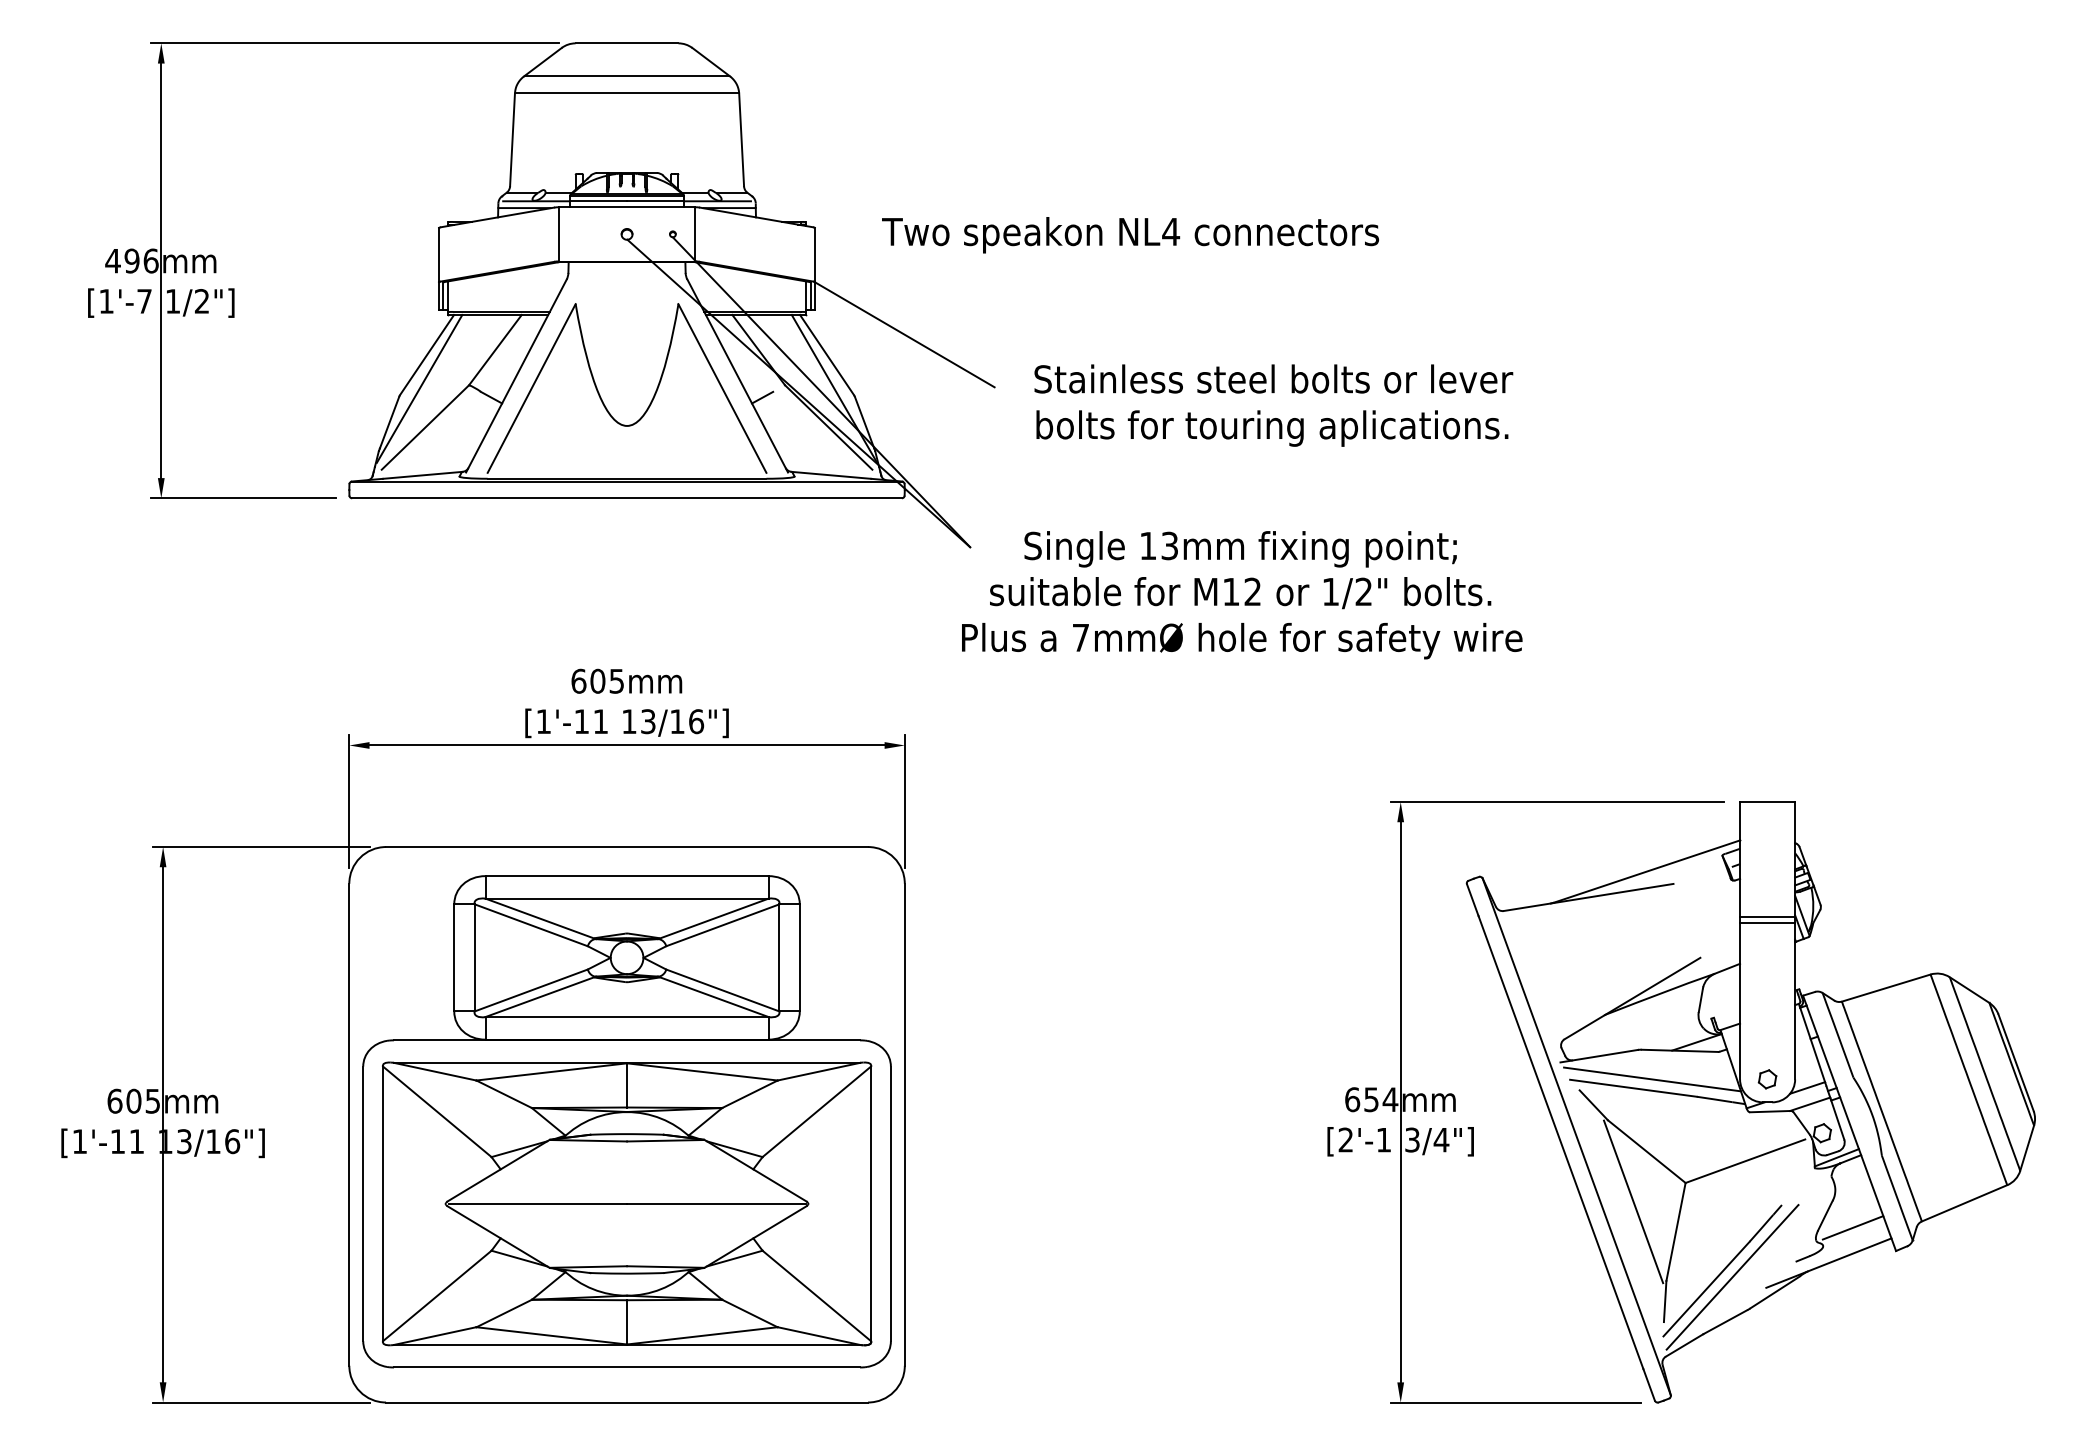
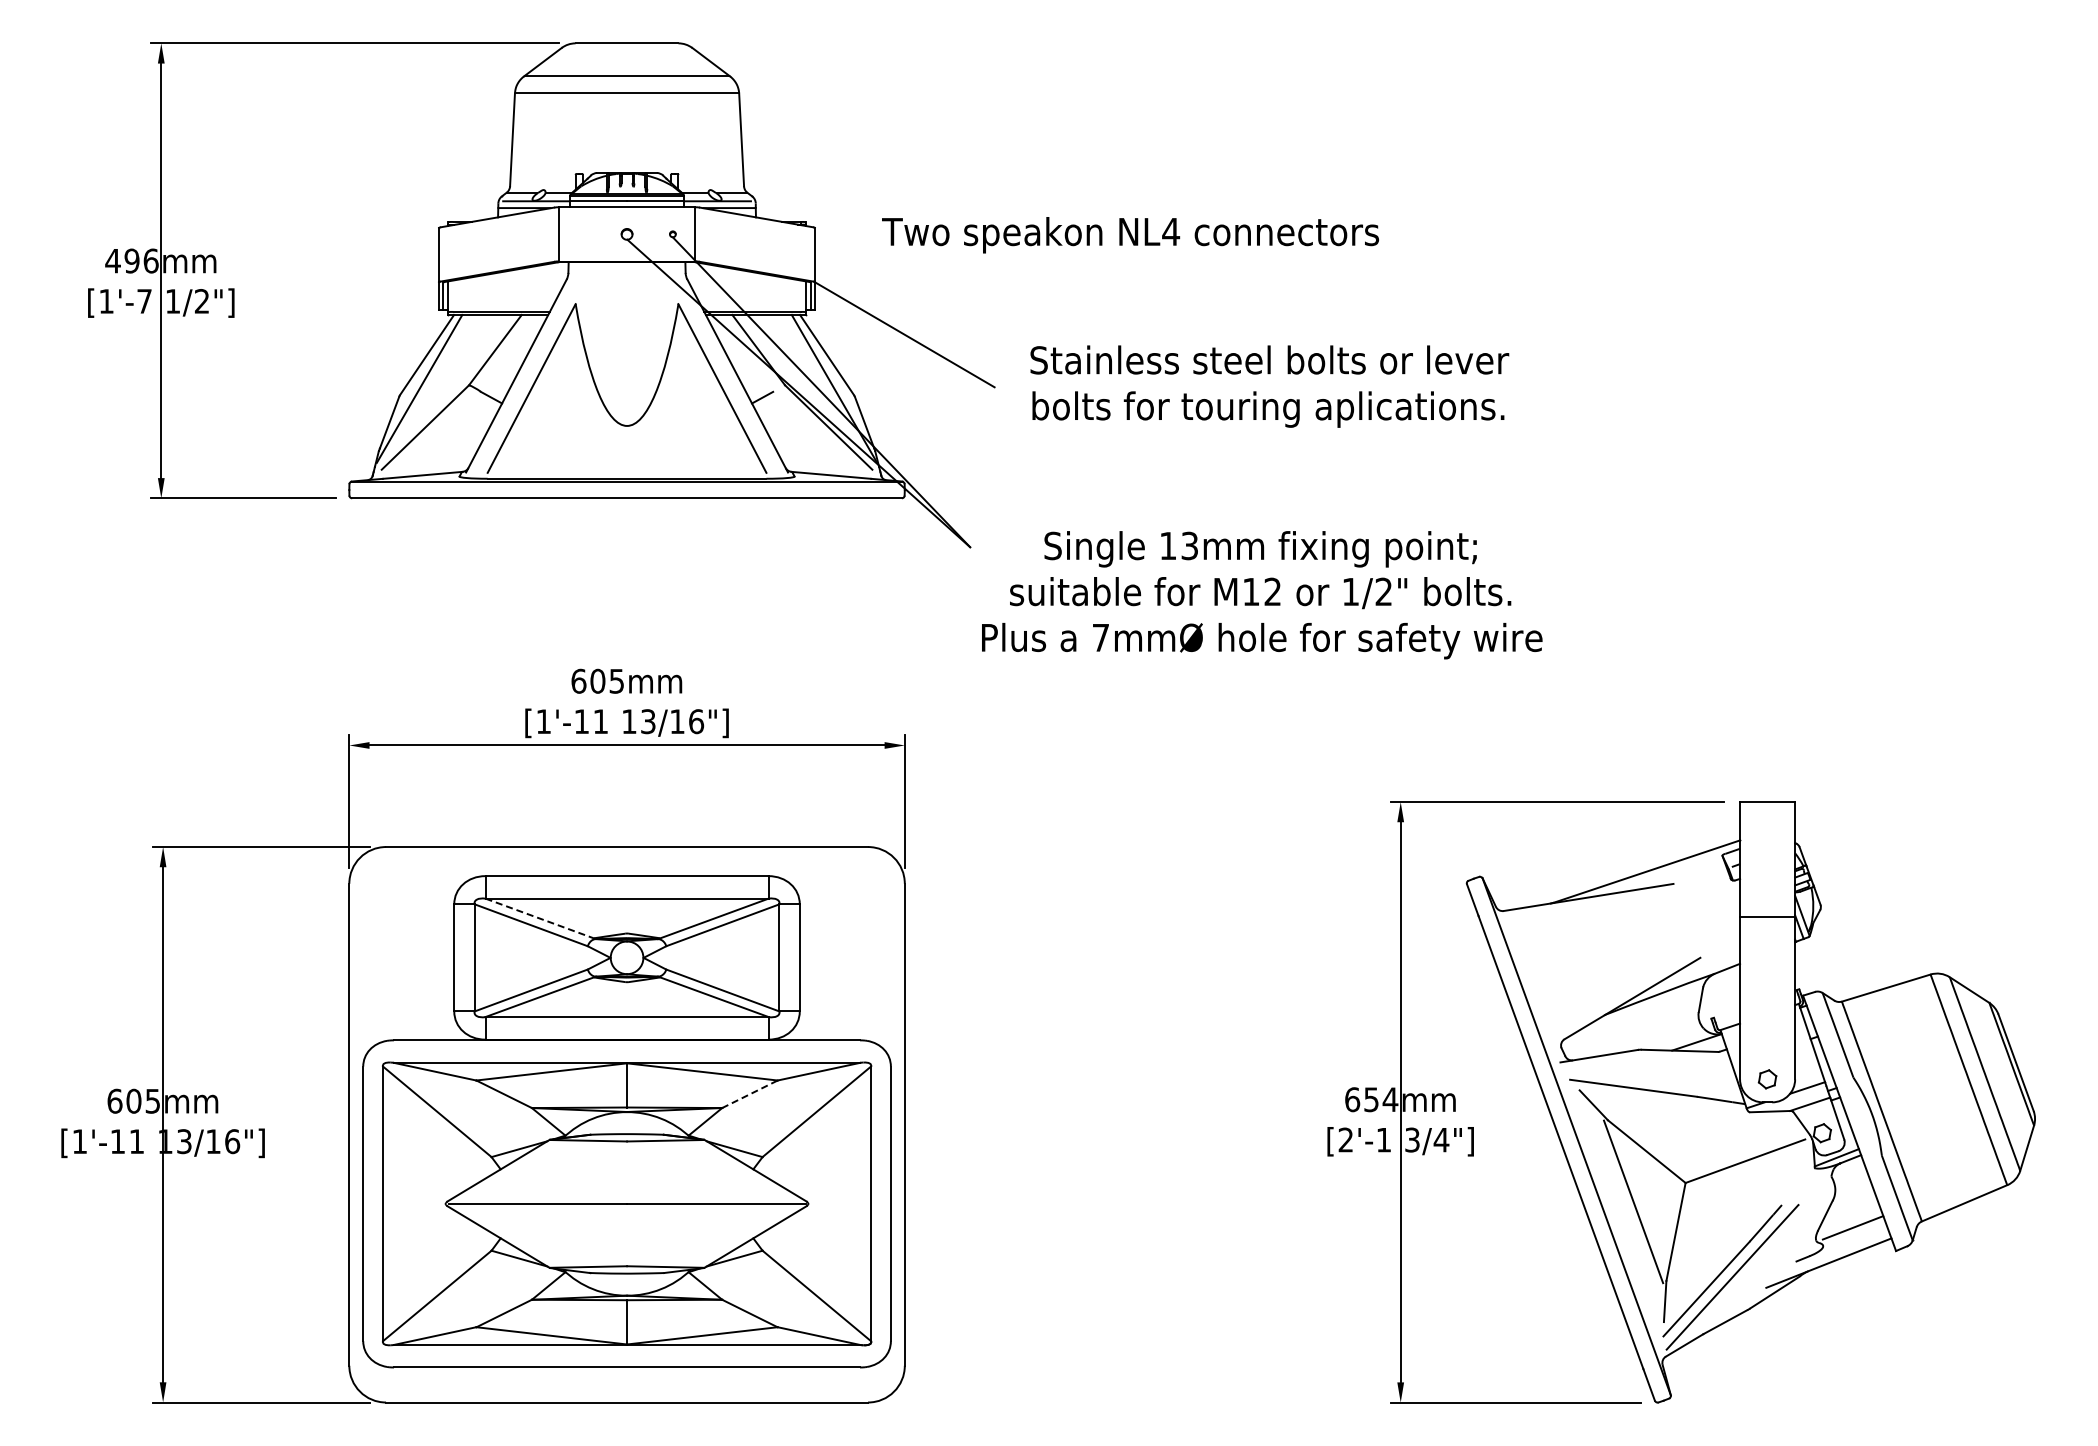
text at (1273, 405) position: (1273, 405) -> (1269, 386)
text at (1242, 595) position: (1242, 595) -> (1262, 595)
line at (540, 918): solid -> dashed
line at (1767, 922): present -> none
line at (1652, 1079): present -> none
line at (749, 1094): solid -> dashed
